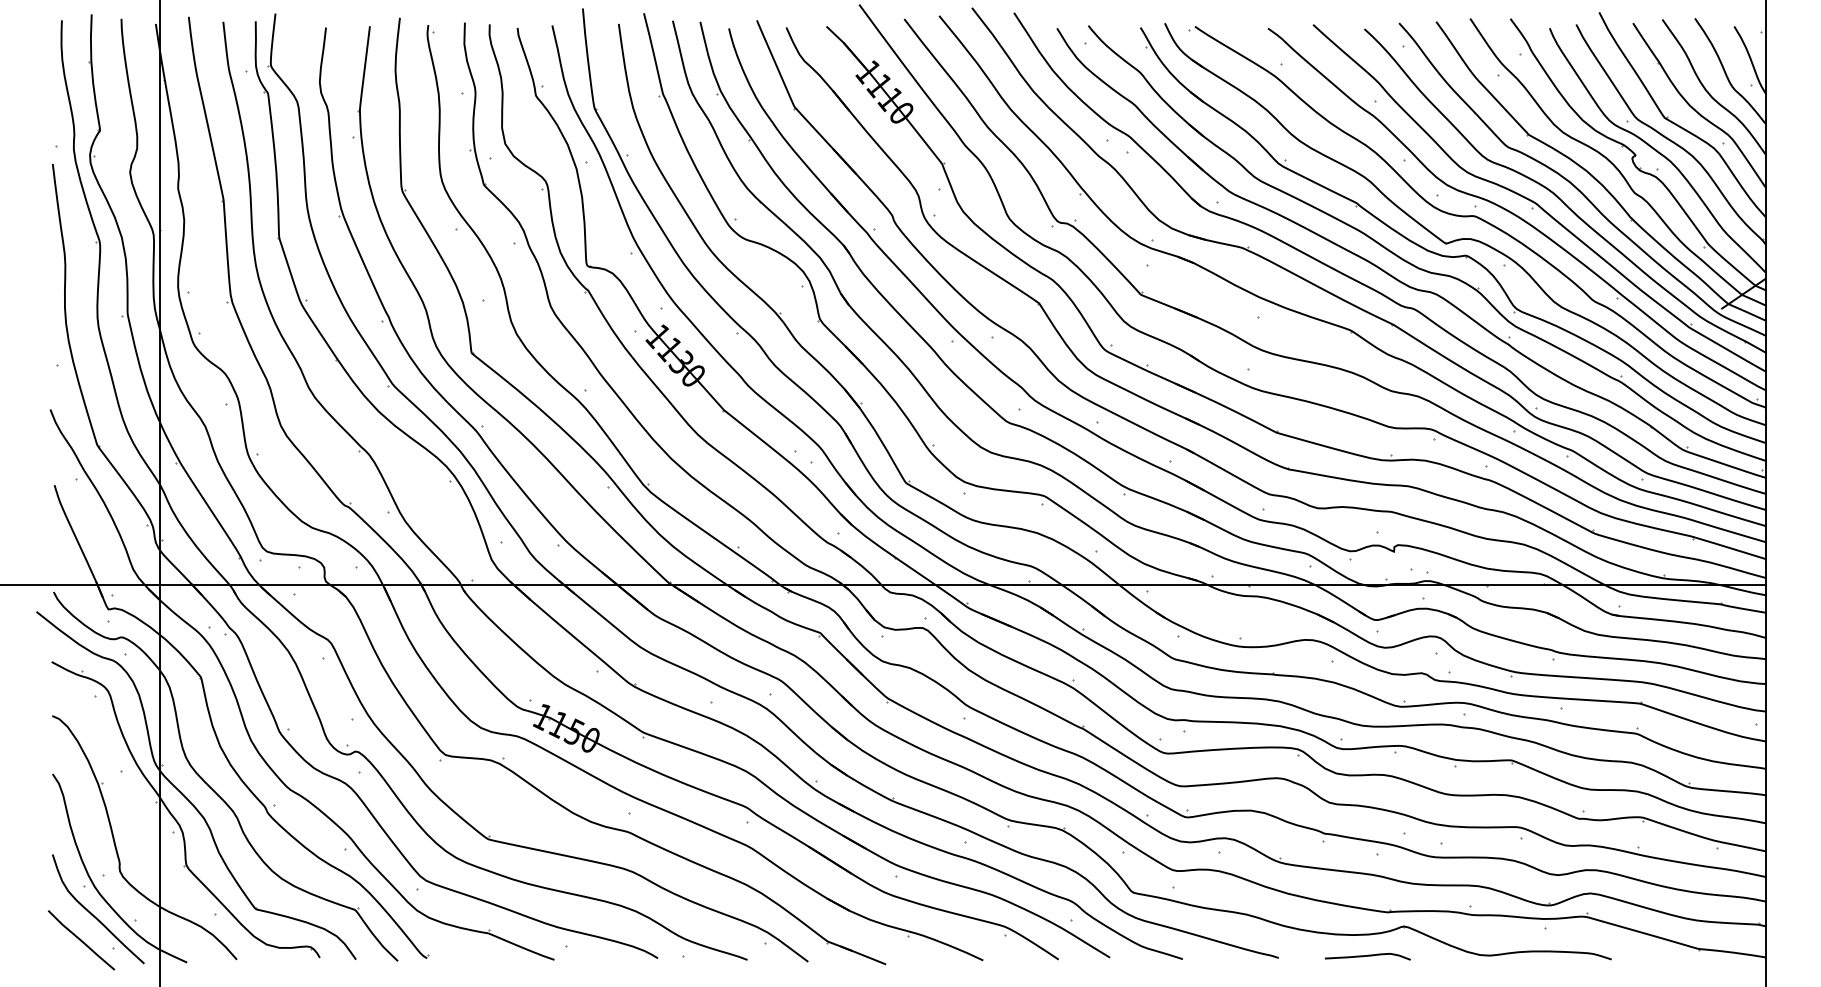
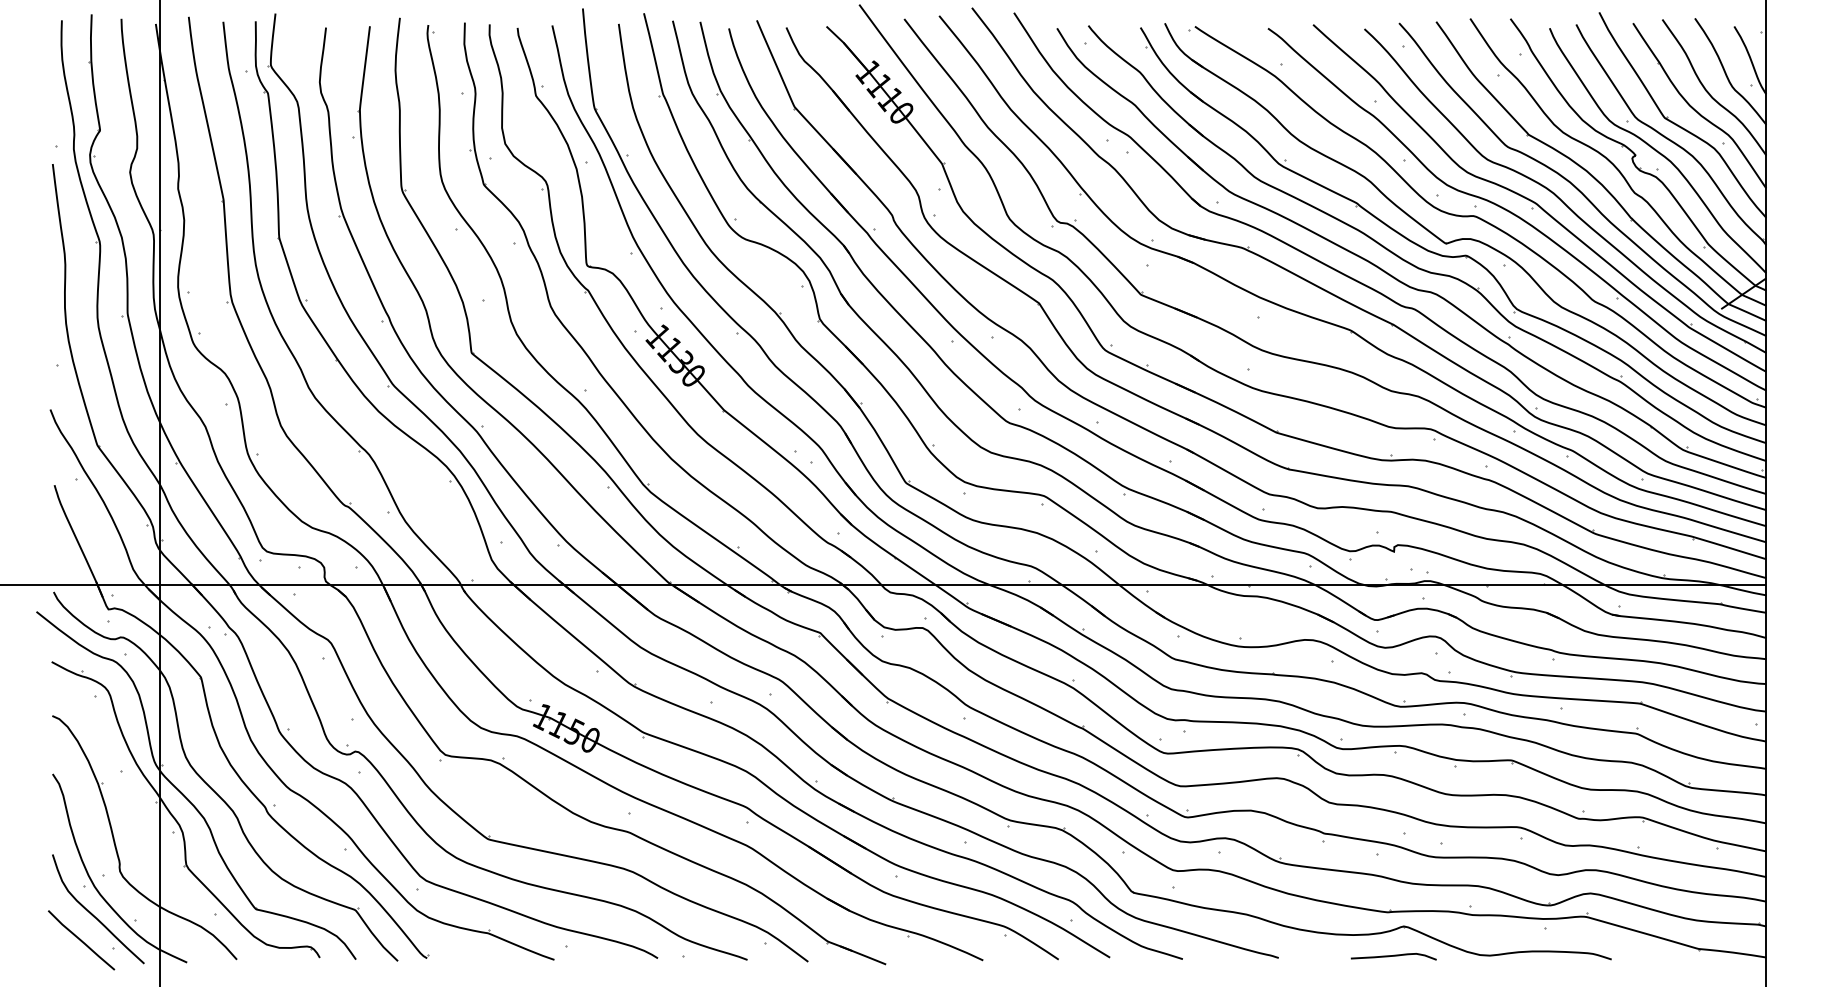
curve at (1367, 956) position: (1367, 956) -> (1393, 956)
